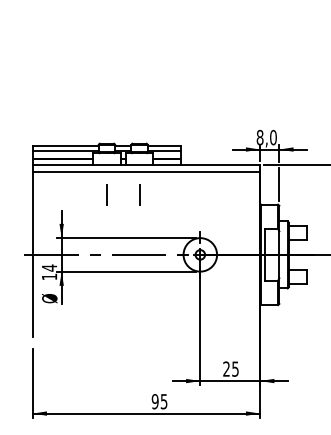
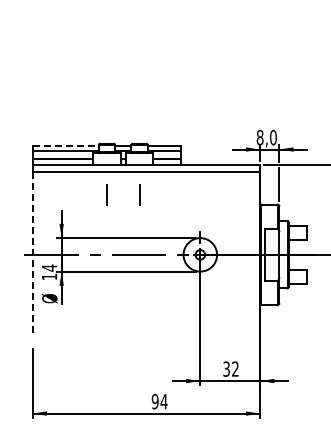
line at (65, 145): solid -> dashed
line at (32, 254): solid -> dashed
text at (230, 368): 25 -> 32
text at (163, 401): 95 -> 94
